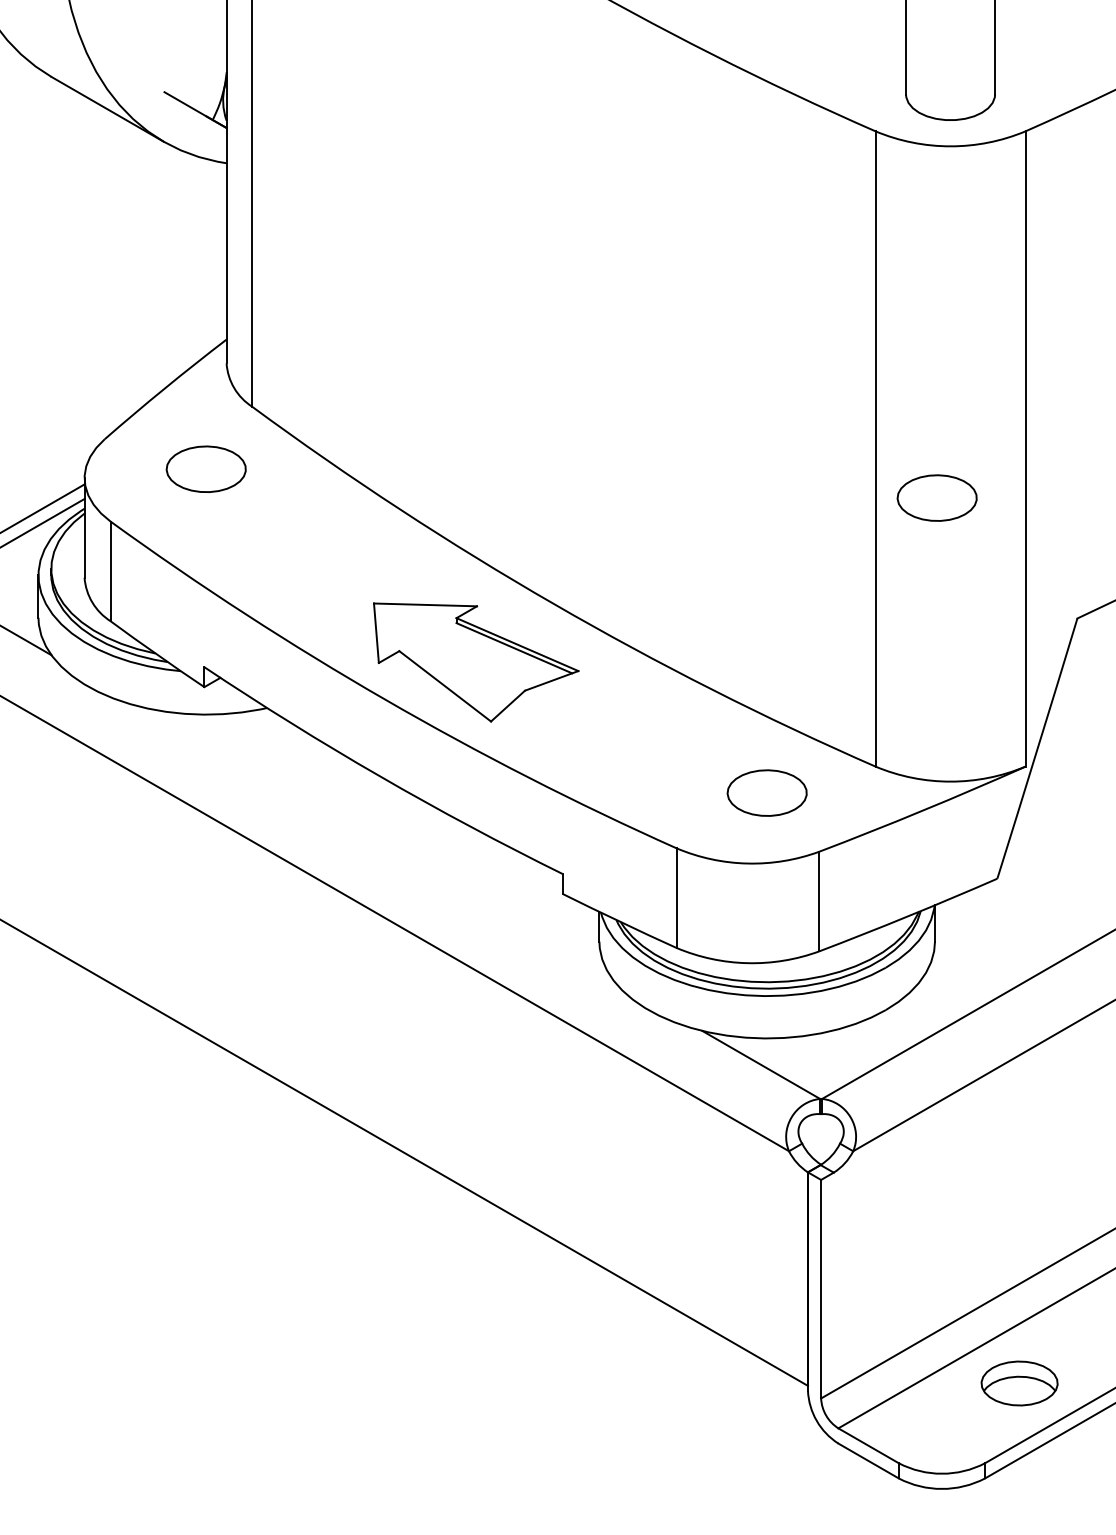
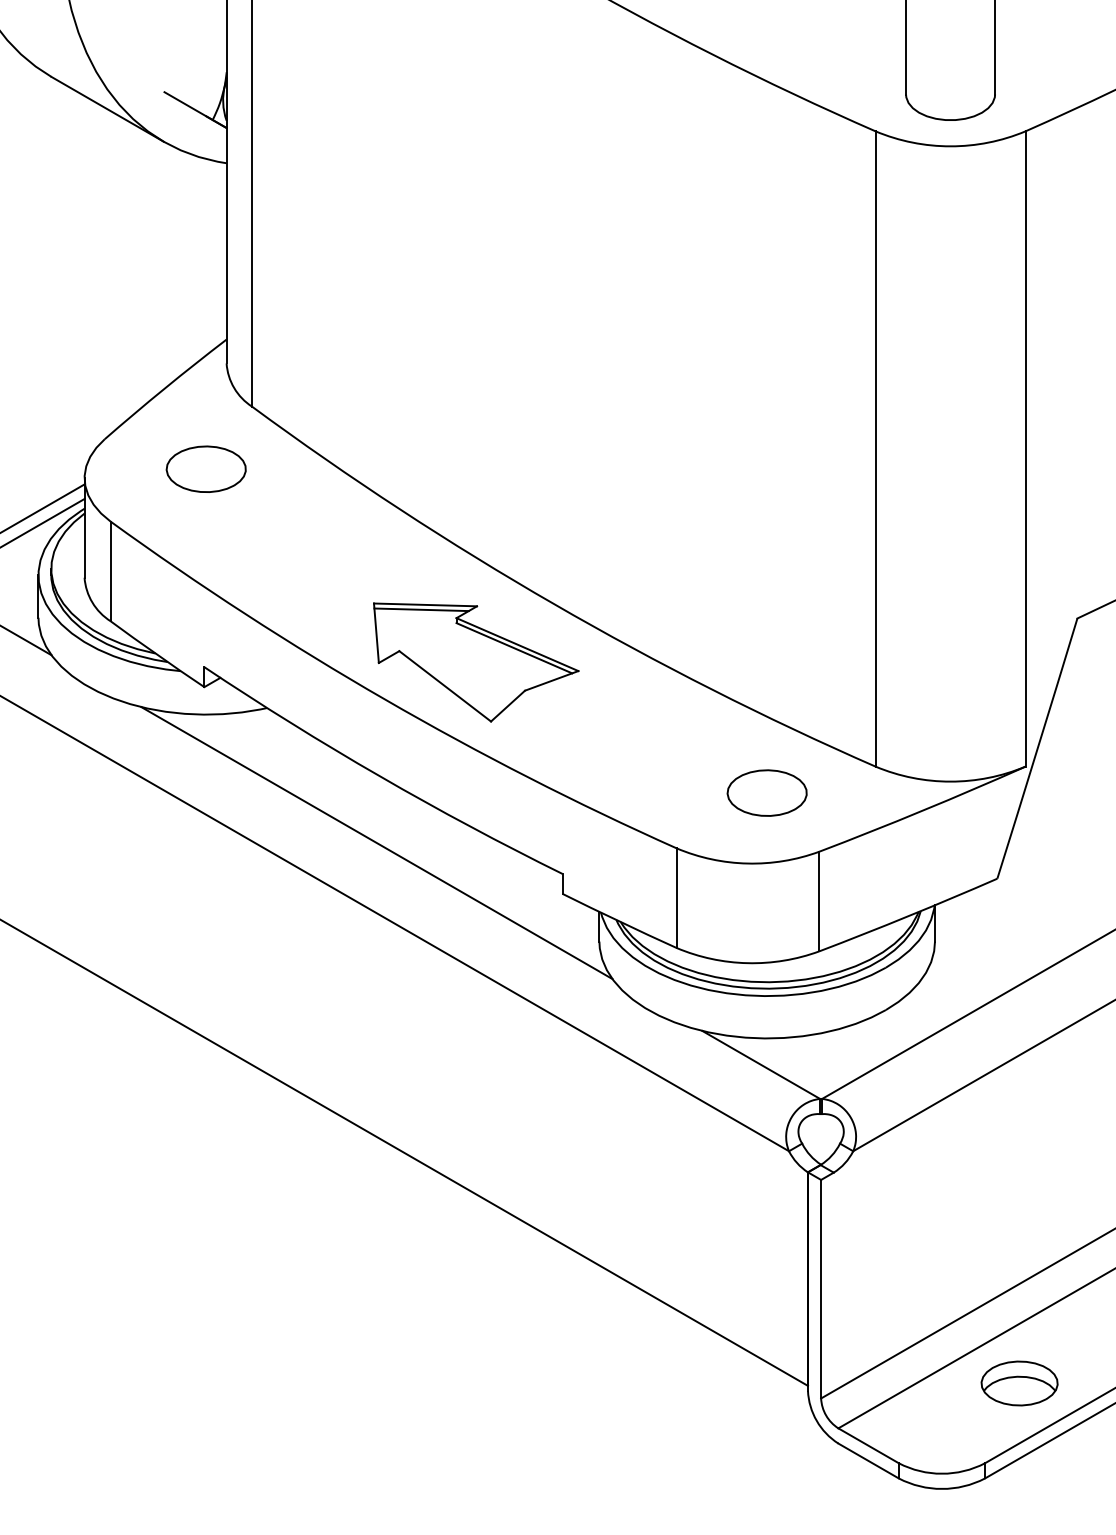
part at (936, 497): present -> none
line at (421, 609): none -> present
line at (376, 843): none -> present
